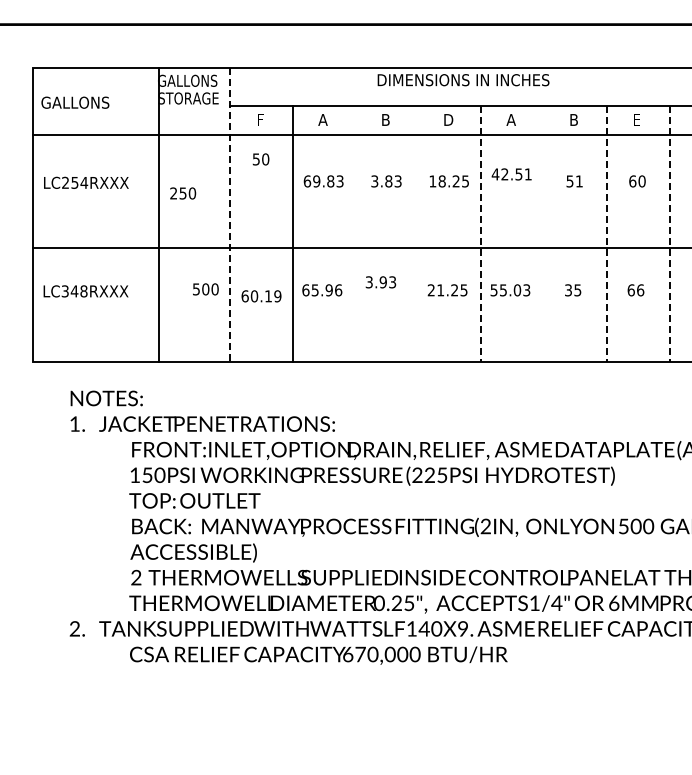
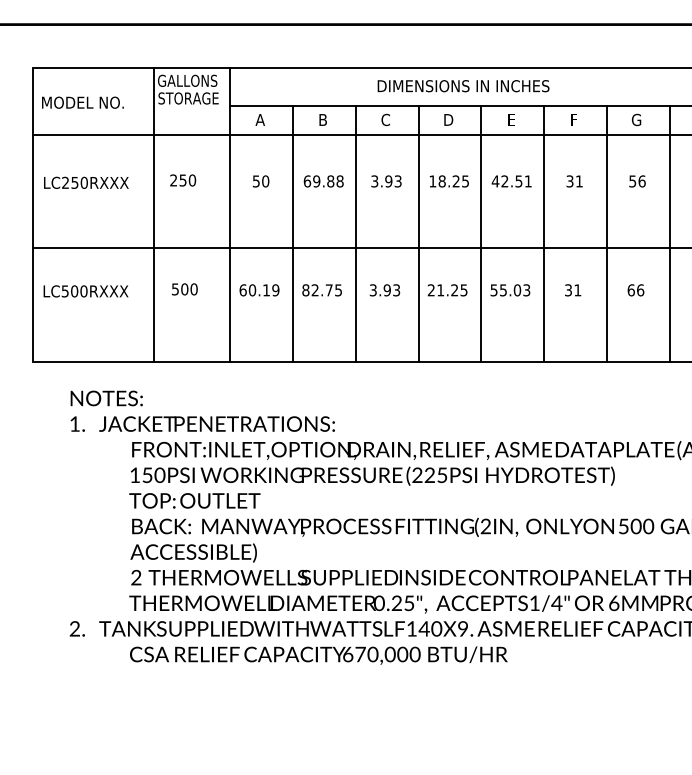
text at (463, 80) position: (463, 80) -> (463, 86)
text at (82, 102): GALLONS -> MODEL NO.
text at (259, 119): F -> A
text at (322, 119): A -> B
text at (385, 119): B -> C
text at (510, 119): A -> E
text at (573, 119): B -> F
text at (636, 119): E -> G
text at (260, 159) position: (260, 159) -> (260, 181)
text at (511, 174) position: (511, 174) -> (511, 181)
text at (569, 180): 51 -> 31
text at (339, 181): 69.83 -> 69.88
text at (388, 181): 3.83 -> 3.93
text at (637, 181): 60 -> 56
text at (84, 182): LC254RXXX -> LC250RXXX
text at (183, 193) position: (183, 193) -> (183, 180)
line at (158, 214) position: (158, 214) -> (153, 214)
line at (230, 215): dashed -> solid
line at (355, 234): none -> present
line at (418, 234): none -> present
line at (481, 234): dashed -> solid
line at (544, 234): none -> present
line at (606, 234): dashed -> solid
line at (669, 234): dashed -> solid
text at (380, 282) position: (380, 282) -> (384, 290)
text at (205, 289) position: (205, 289) -> (184, 289)
text at (322, 290): 65.96 -> 82.75
text at (577, 290): 35 -> 31
text at (74, 291): LC348RXXX -> LC500RXXX
text at (261, 296) position: (261, 296) -> (259, 290)
